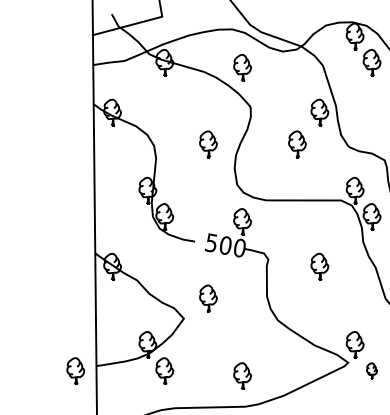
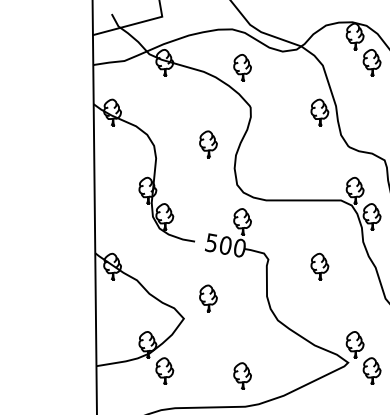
part at (297, 144): present -> none
part at (75, 370): present -> none
part at (371, 370) size: 12x18 px -> 20x28 px
